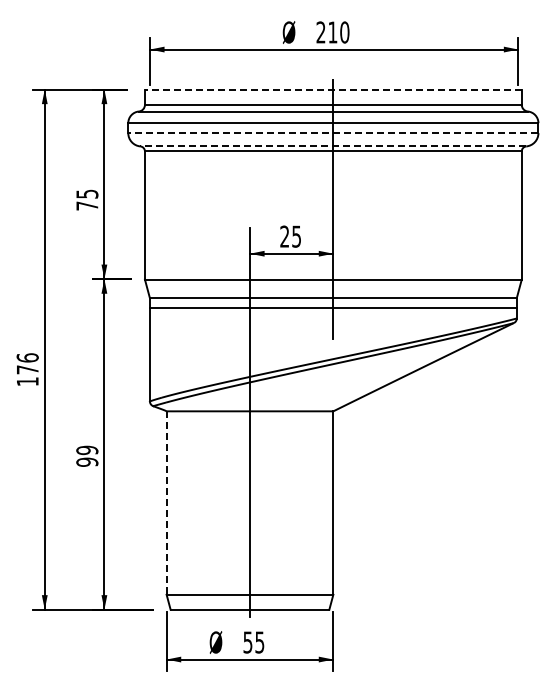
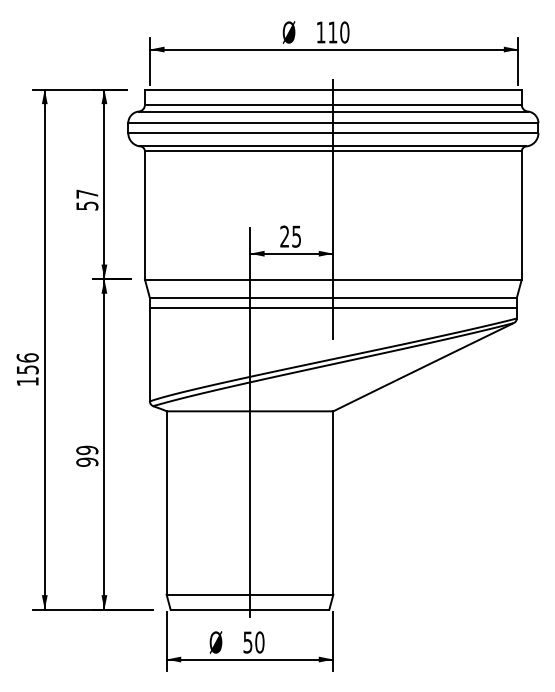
text at (320, 32): 210 -> 110
line at (332, 89): dashed -> solid
line at (332, 133): dashed -> solid
line at (333, 146): dashed -> solid
text at (87, 199): 75 -> 57
text at (27, 369): 176 -> 156
line at (166, 503): dashed -> solid
text at (259, 642): 55 -> 50
